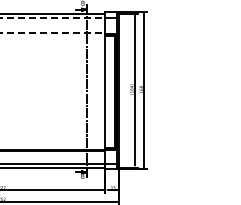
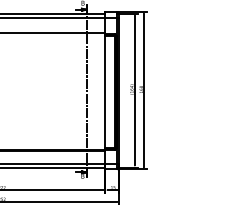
line at (53, 18): dashed -> solid
line at (53, 33): dashed -> solid
